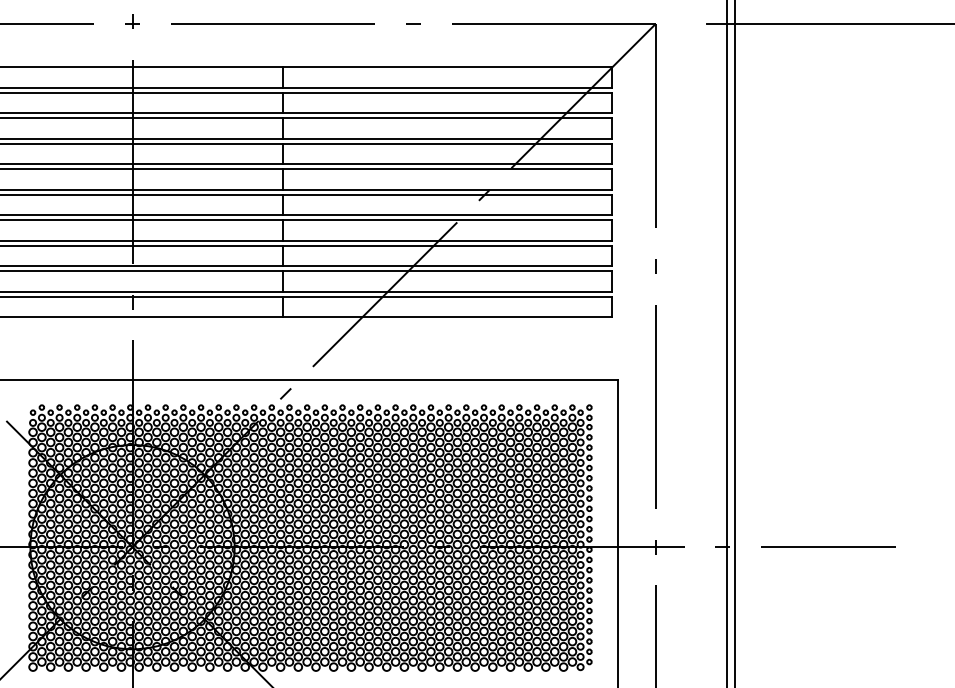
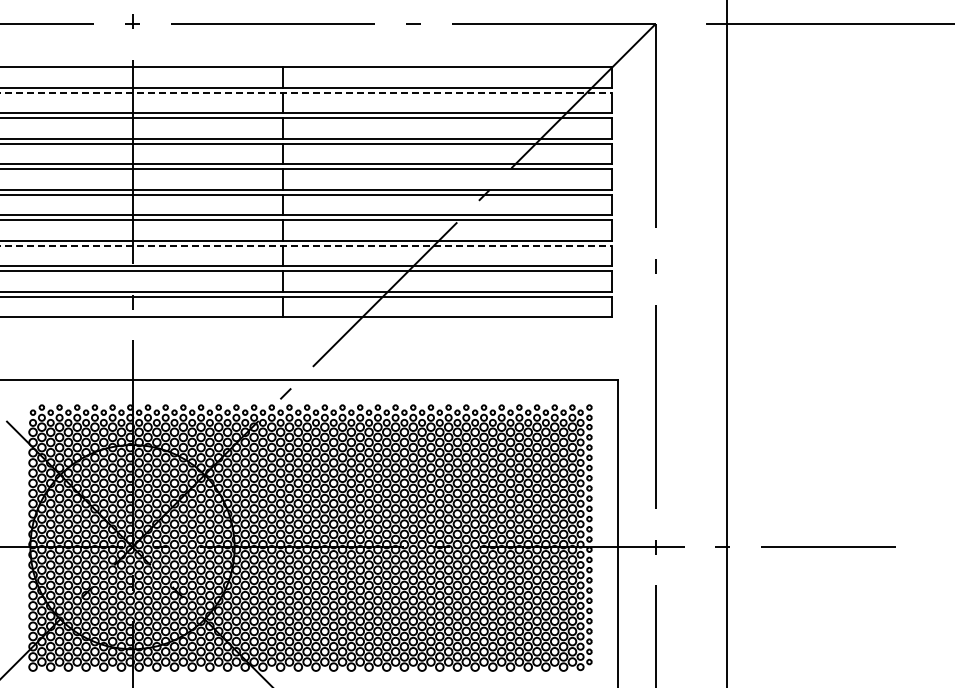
line at (306, 92): solid -> dashed
line at (306, 245): solid -> dashed
line at (734, 343): present -> none
